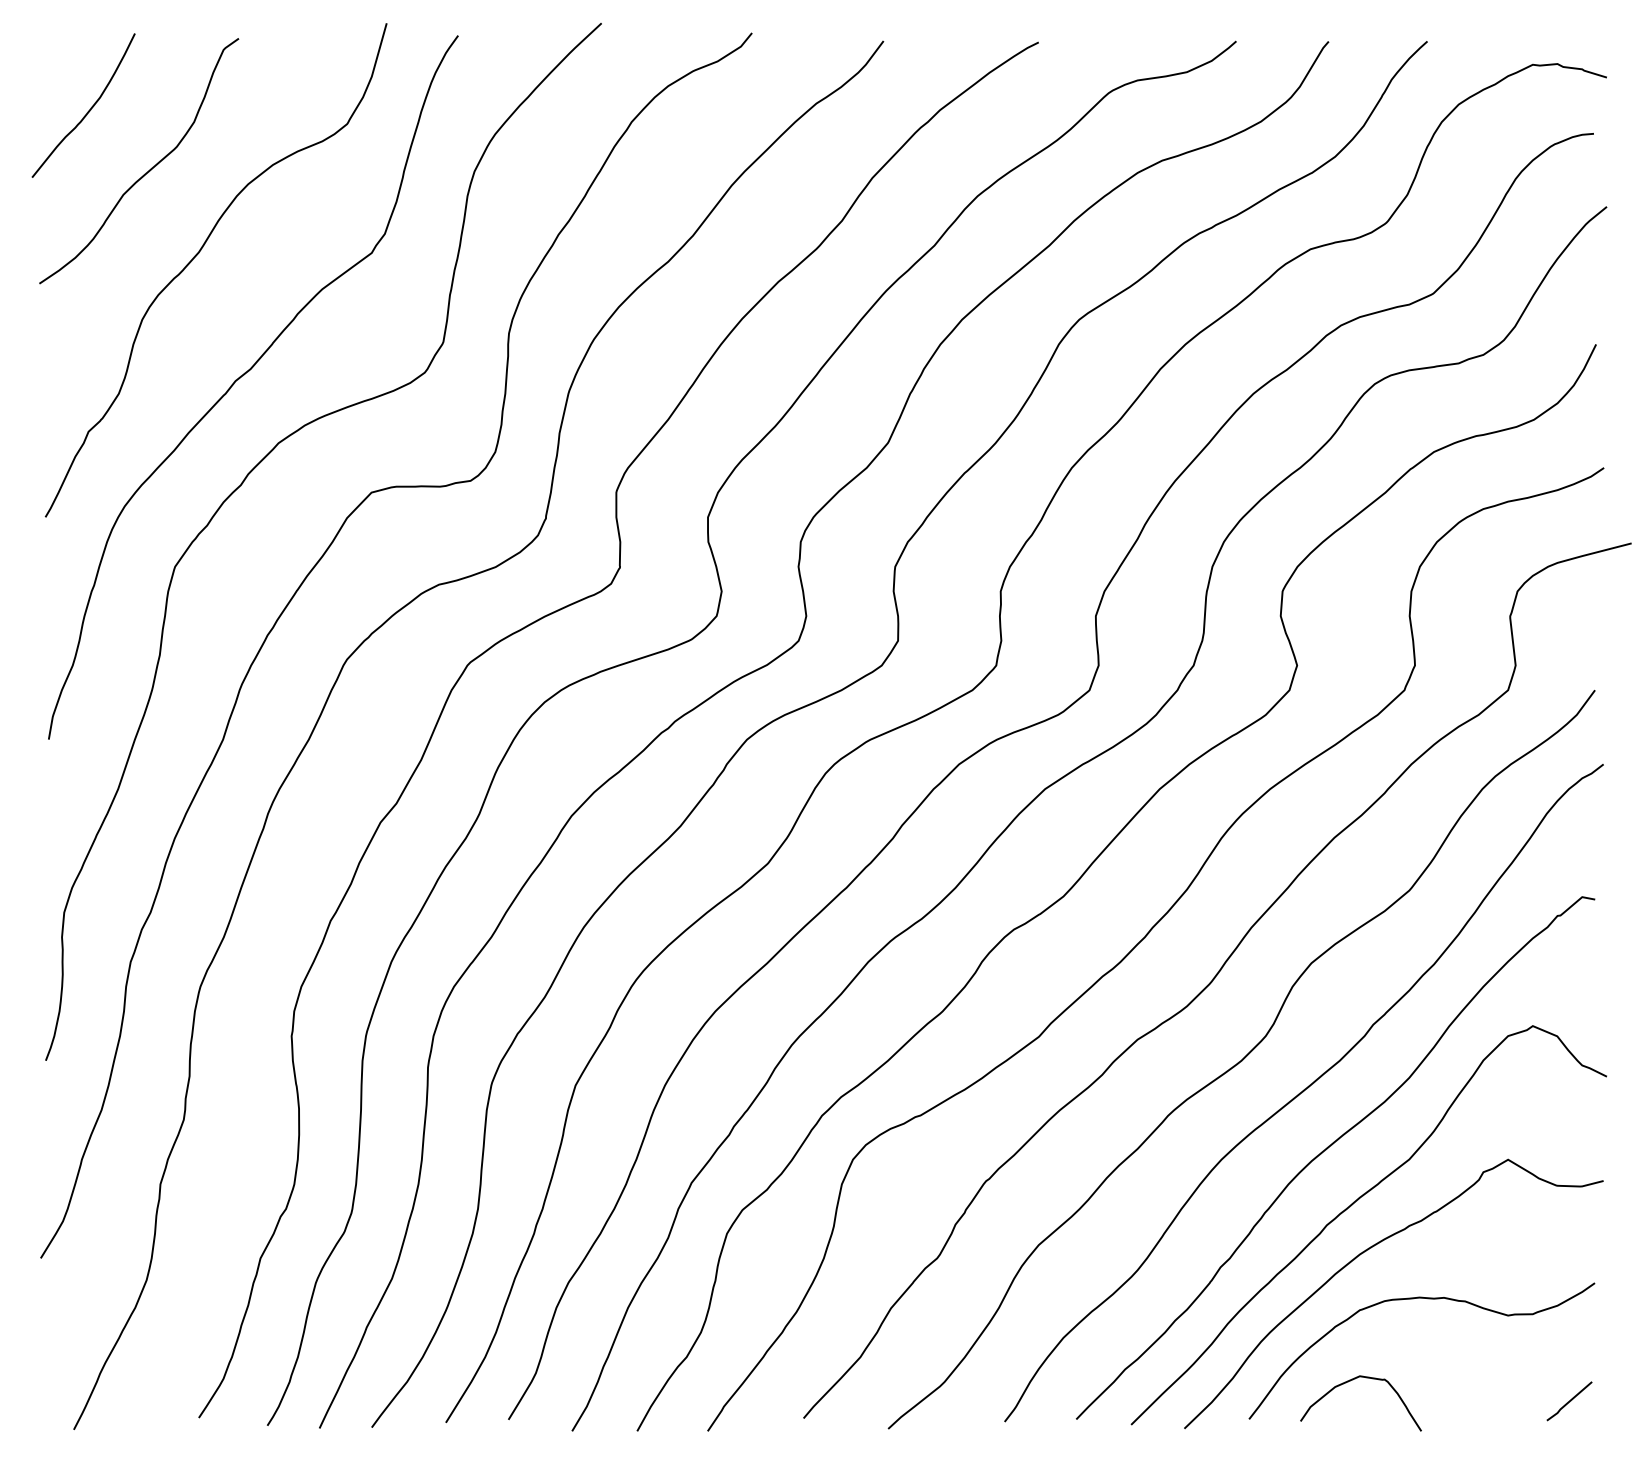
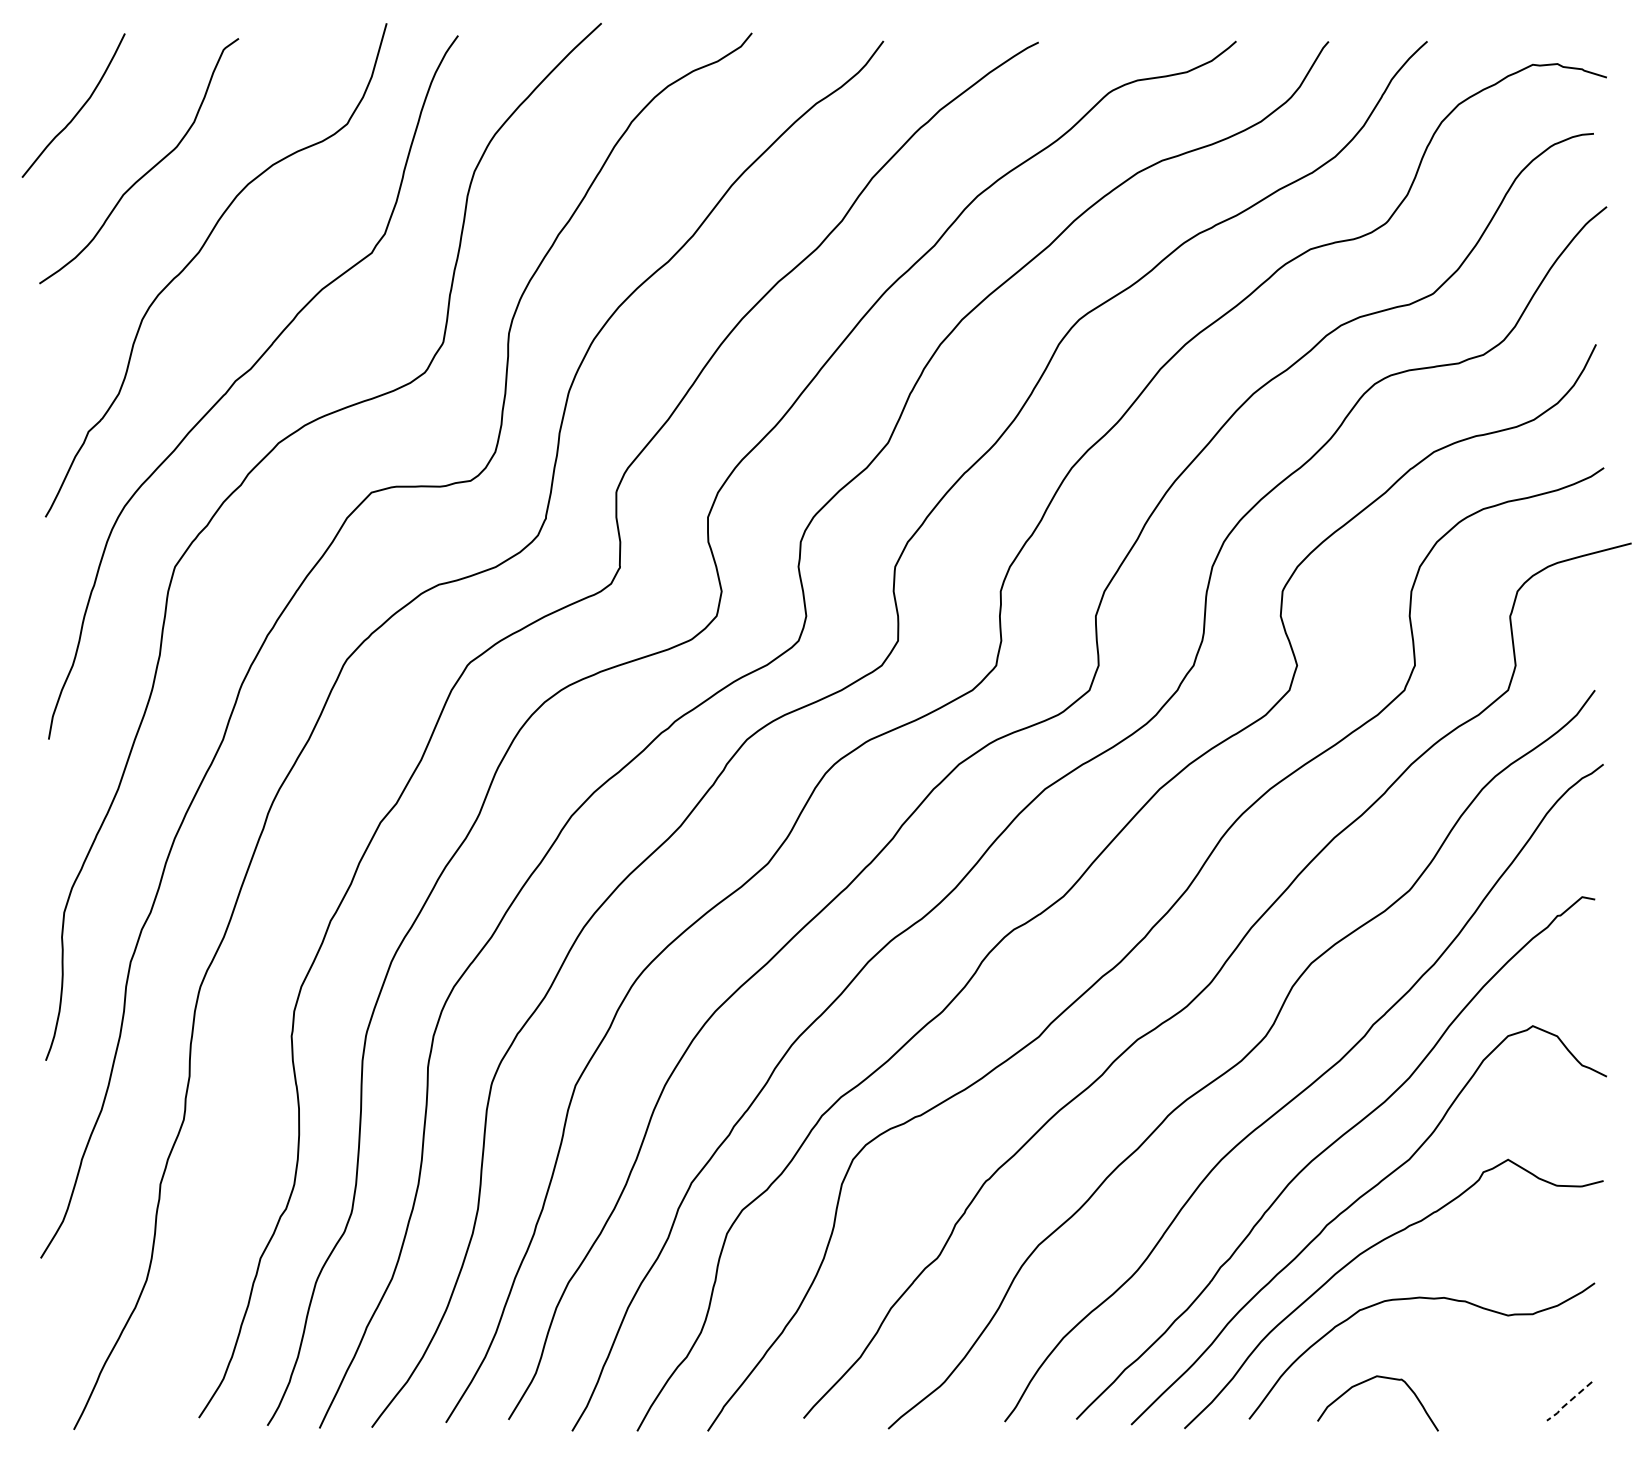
curve at (88, 110) position: (88, 110) -> (78, 110)
curve at (1350, 1381) position: (1350, 1381) -> (1367, 1381)
line at (1568, 1402): solid -> dashed
